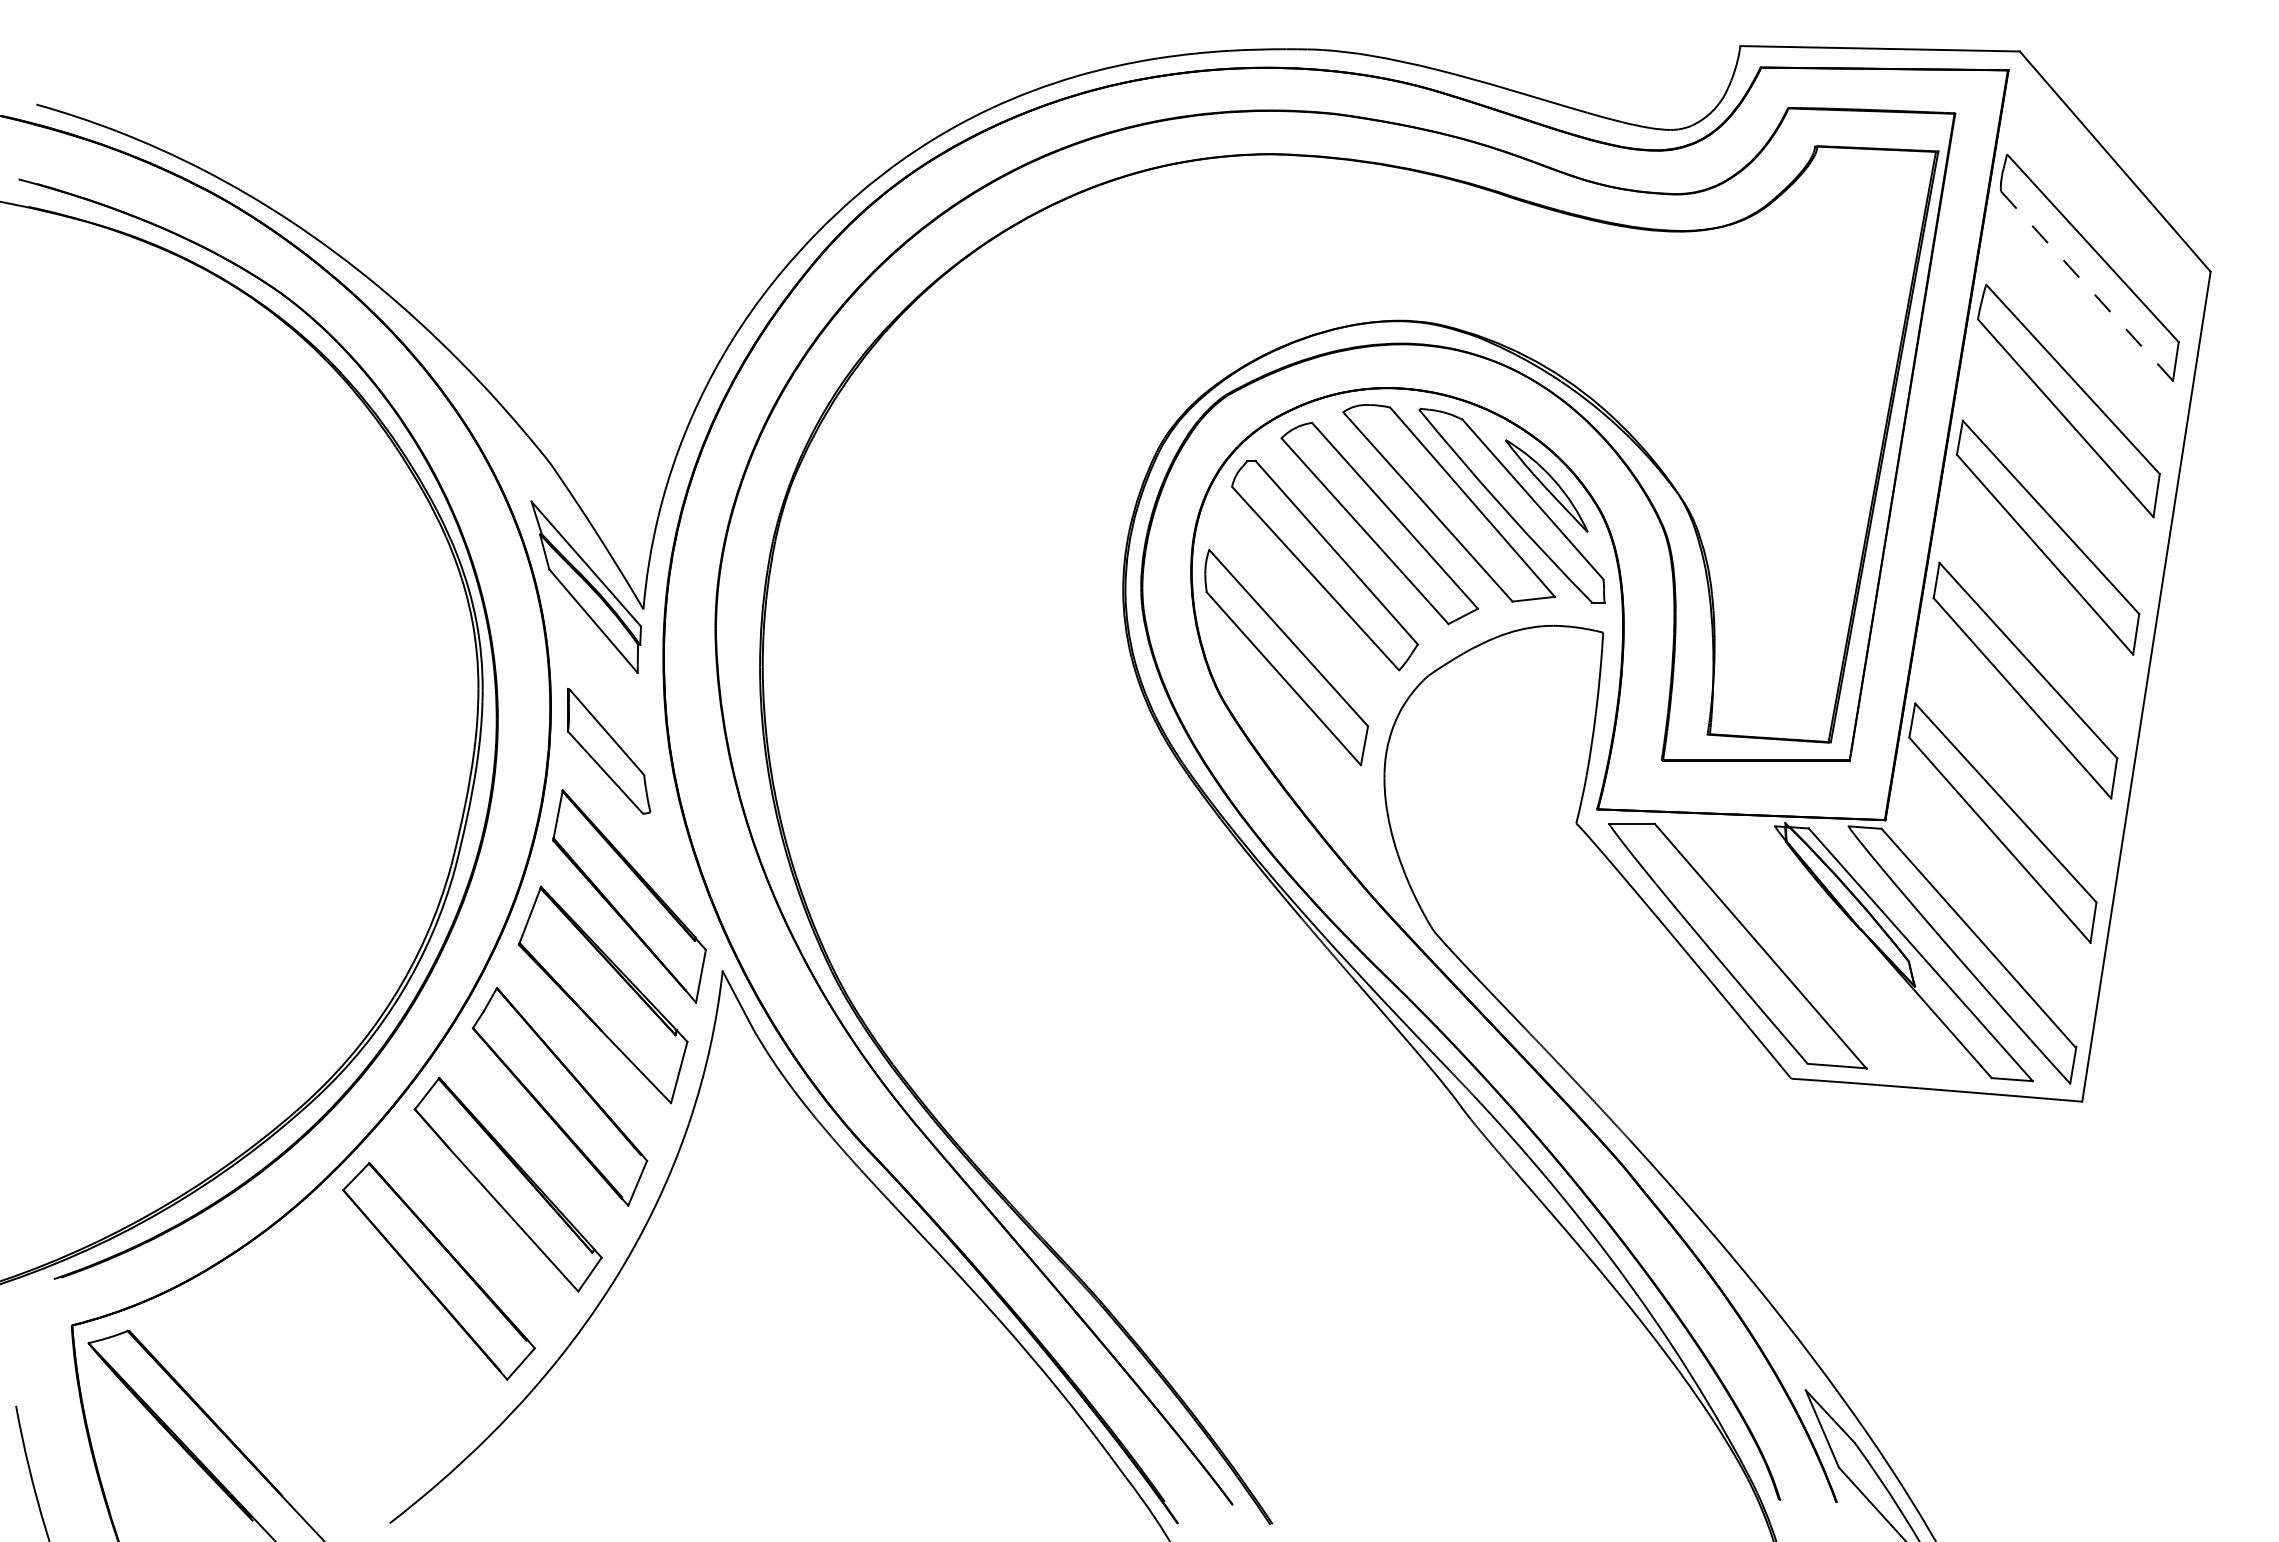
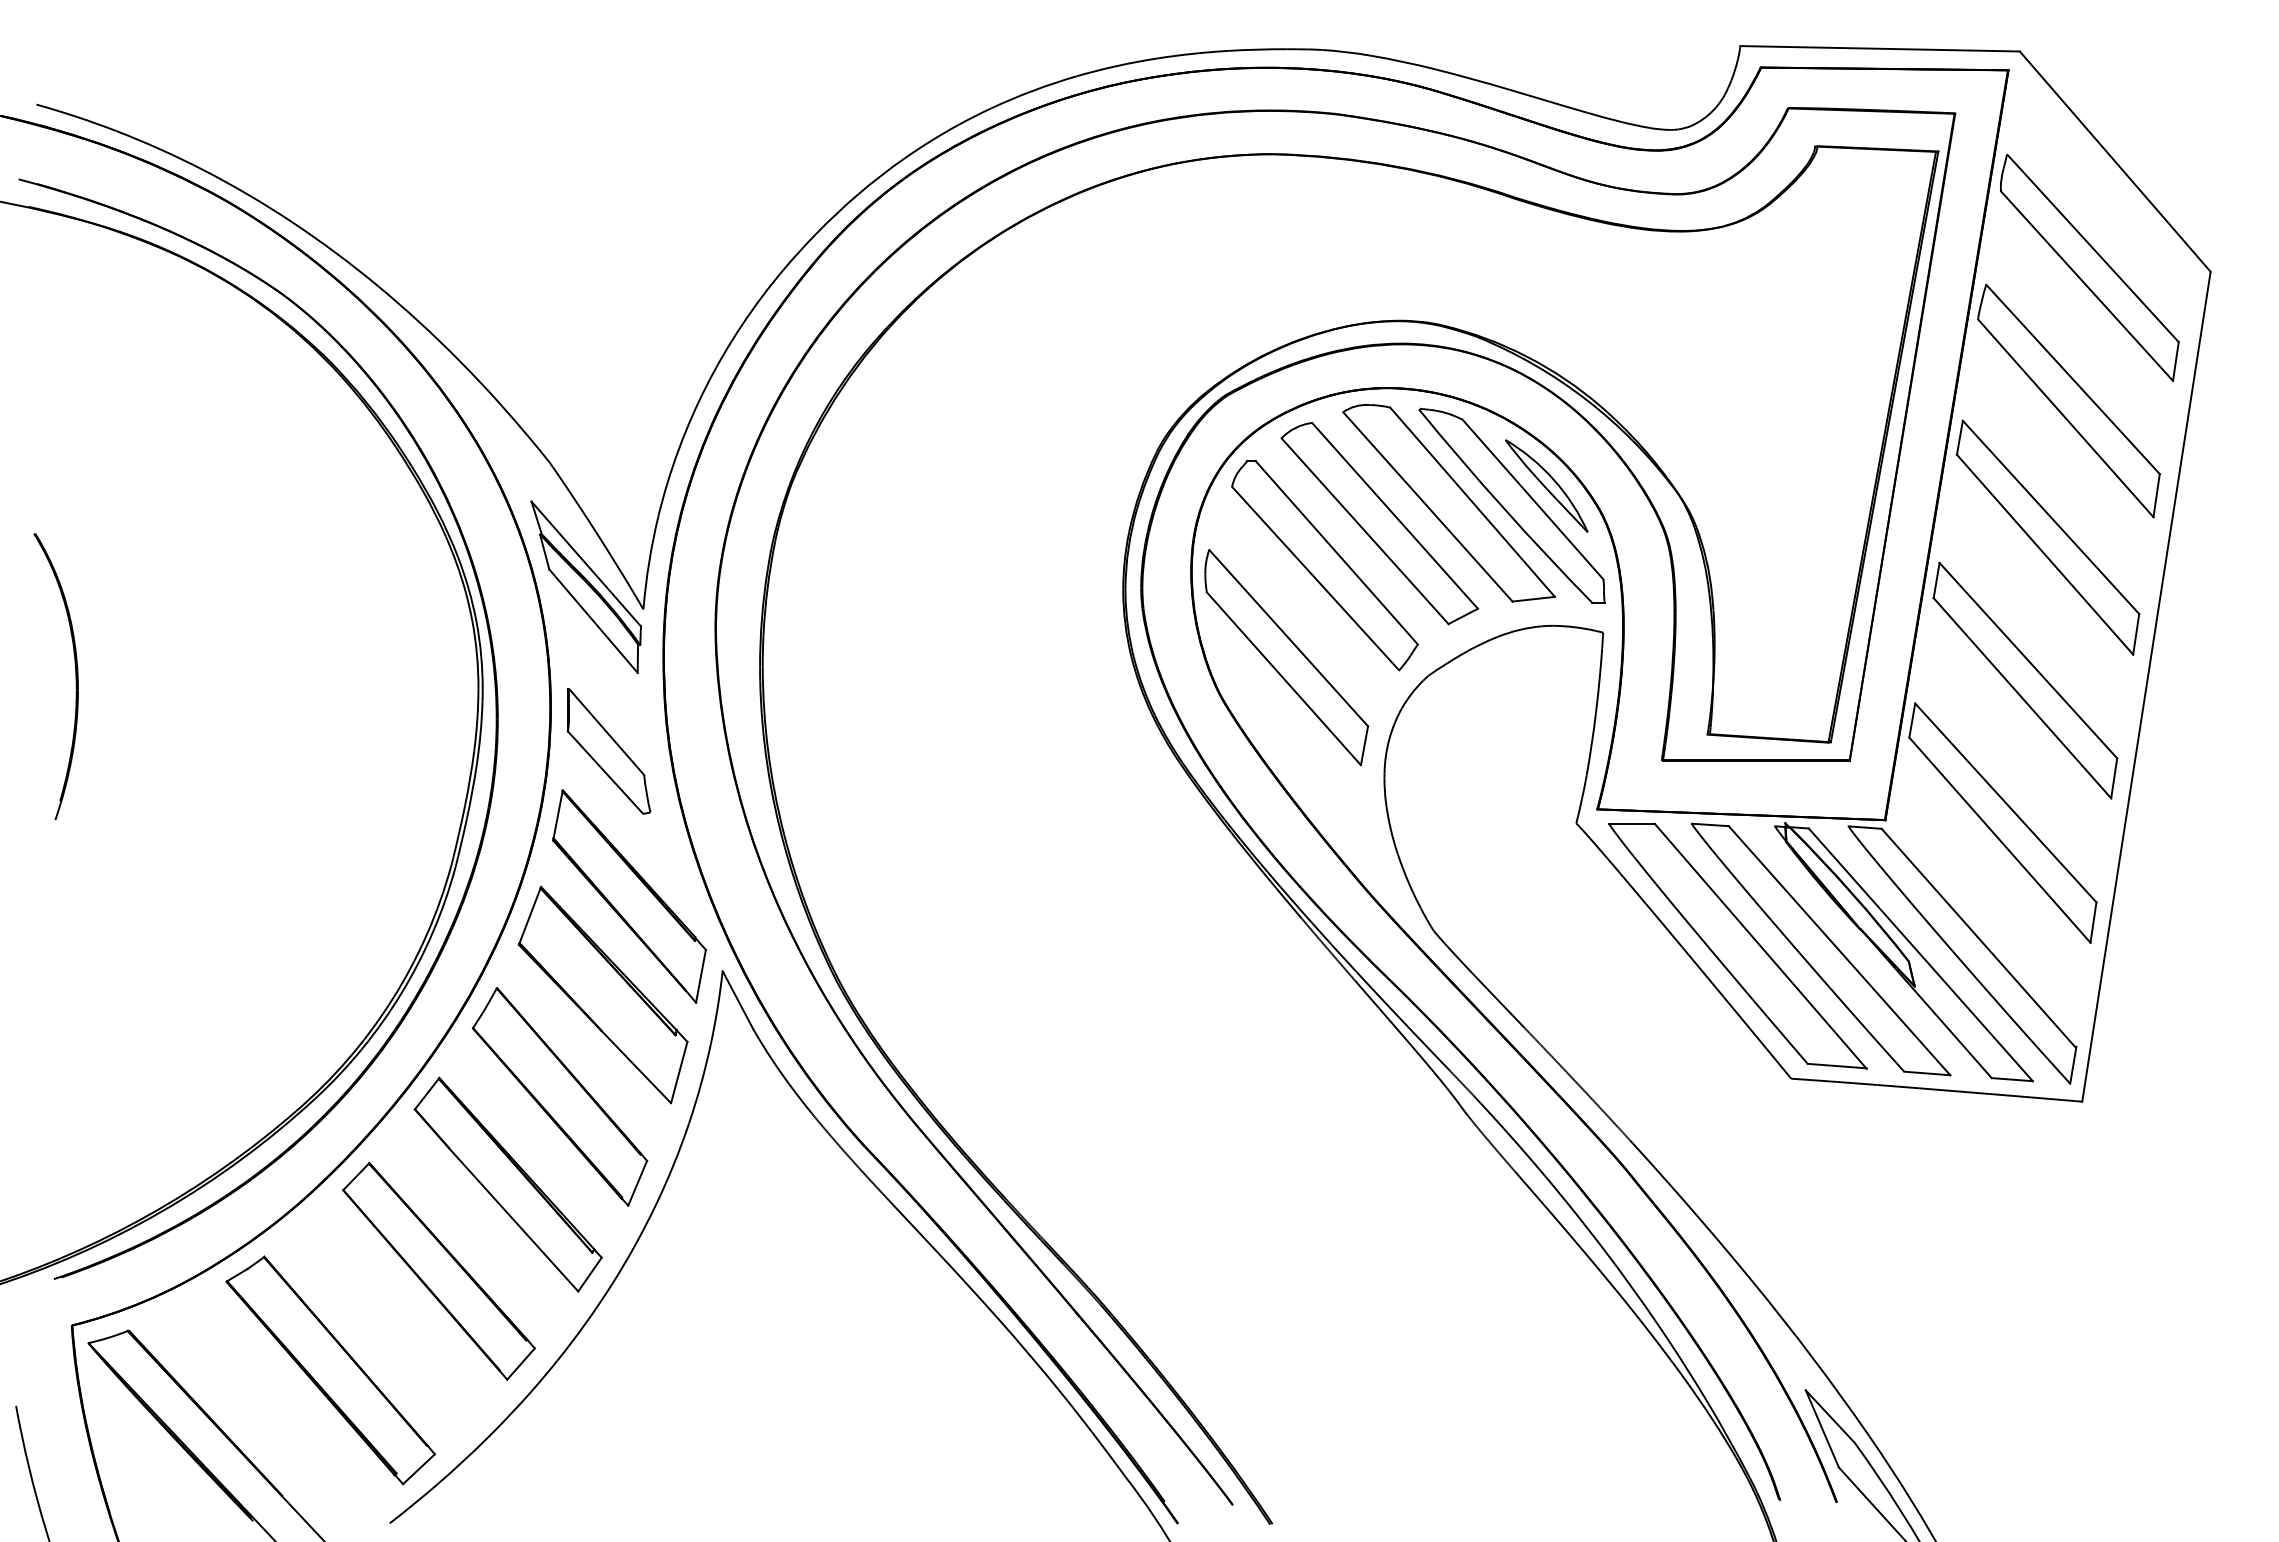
line at (2087, 286): dashed -> solid
part at (75, 676): none -> present
part at (1821, 949): none -> present
part at (330, 1370): none -> present
